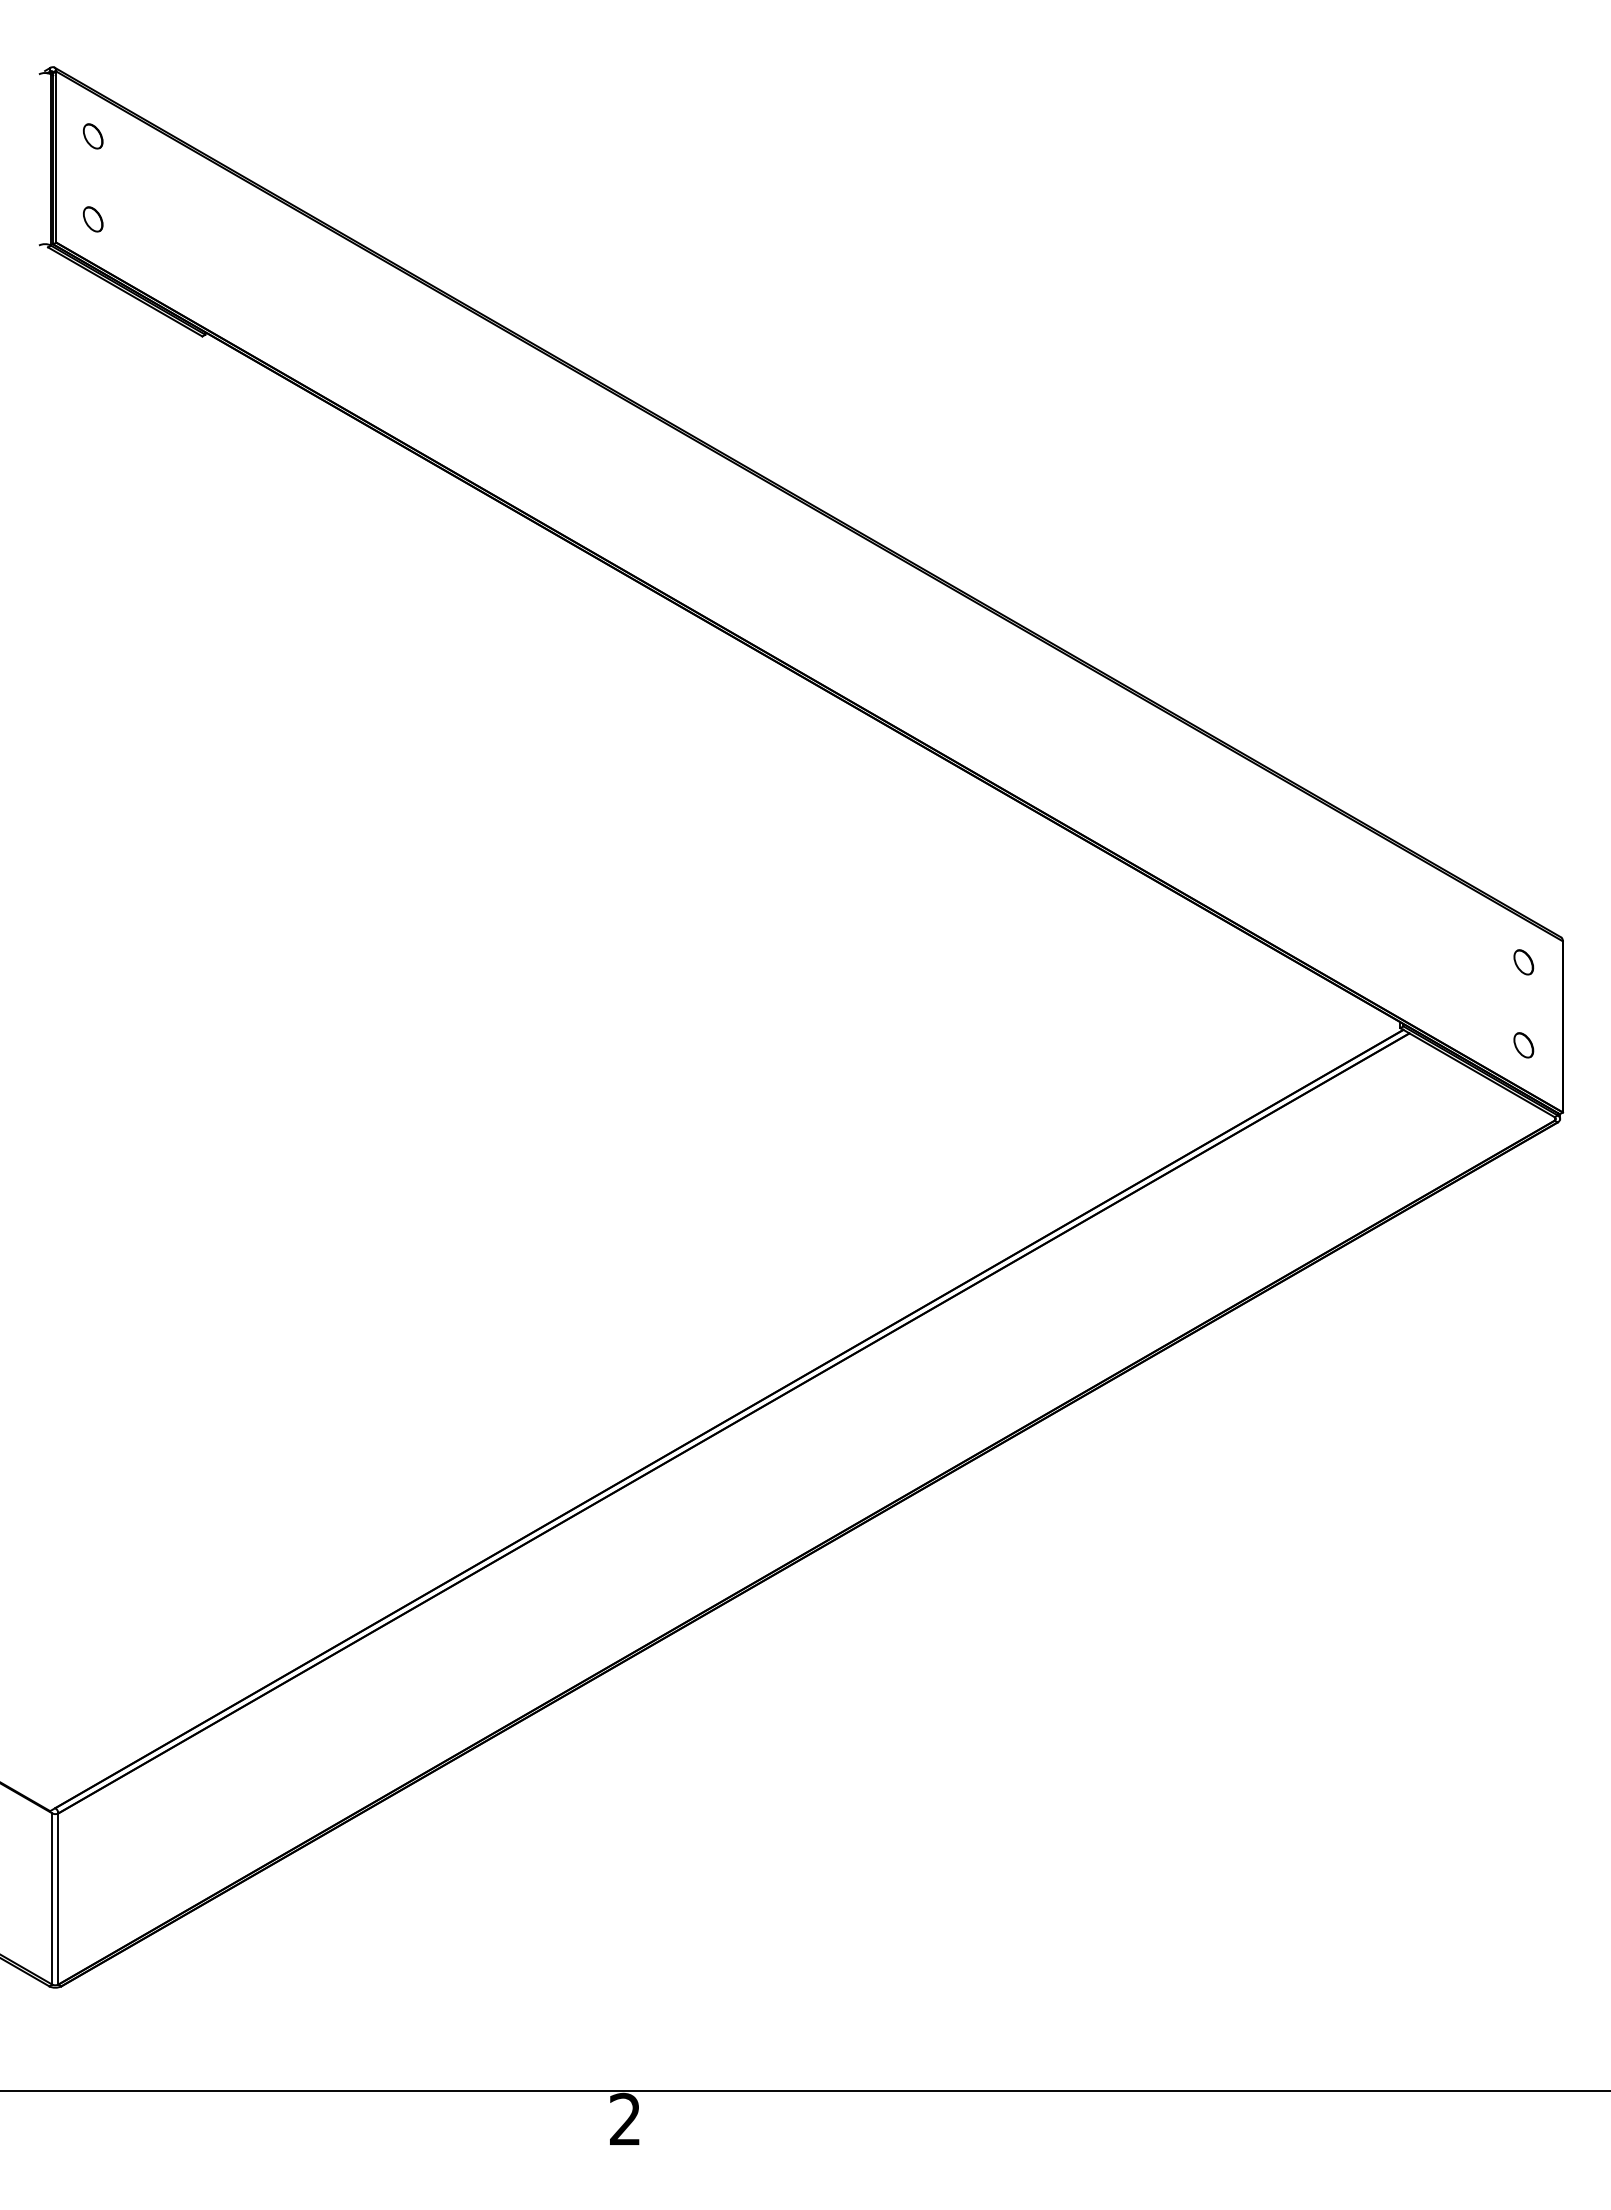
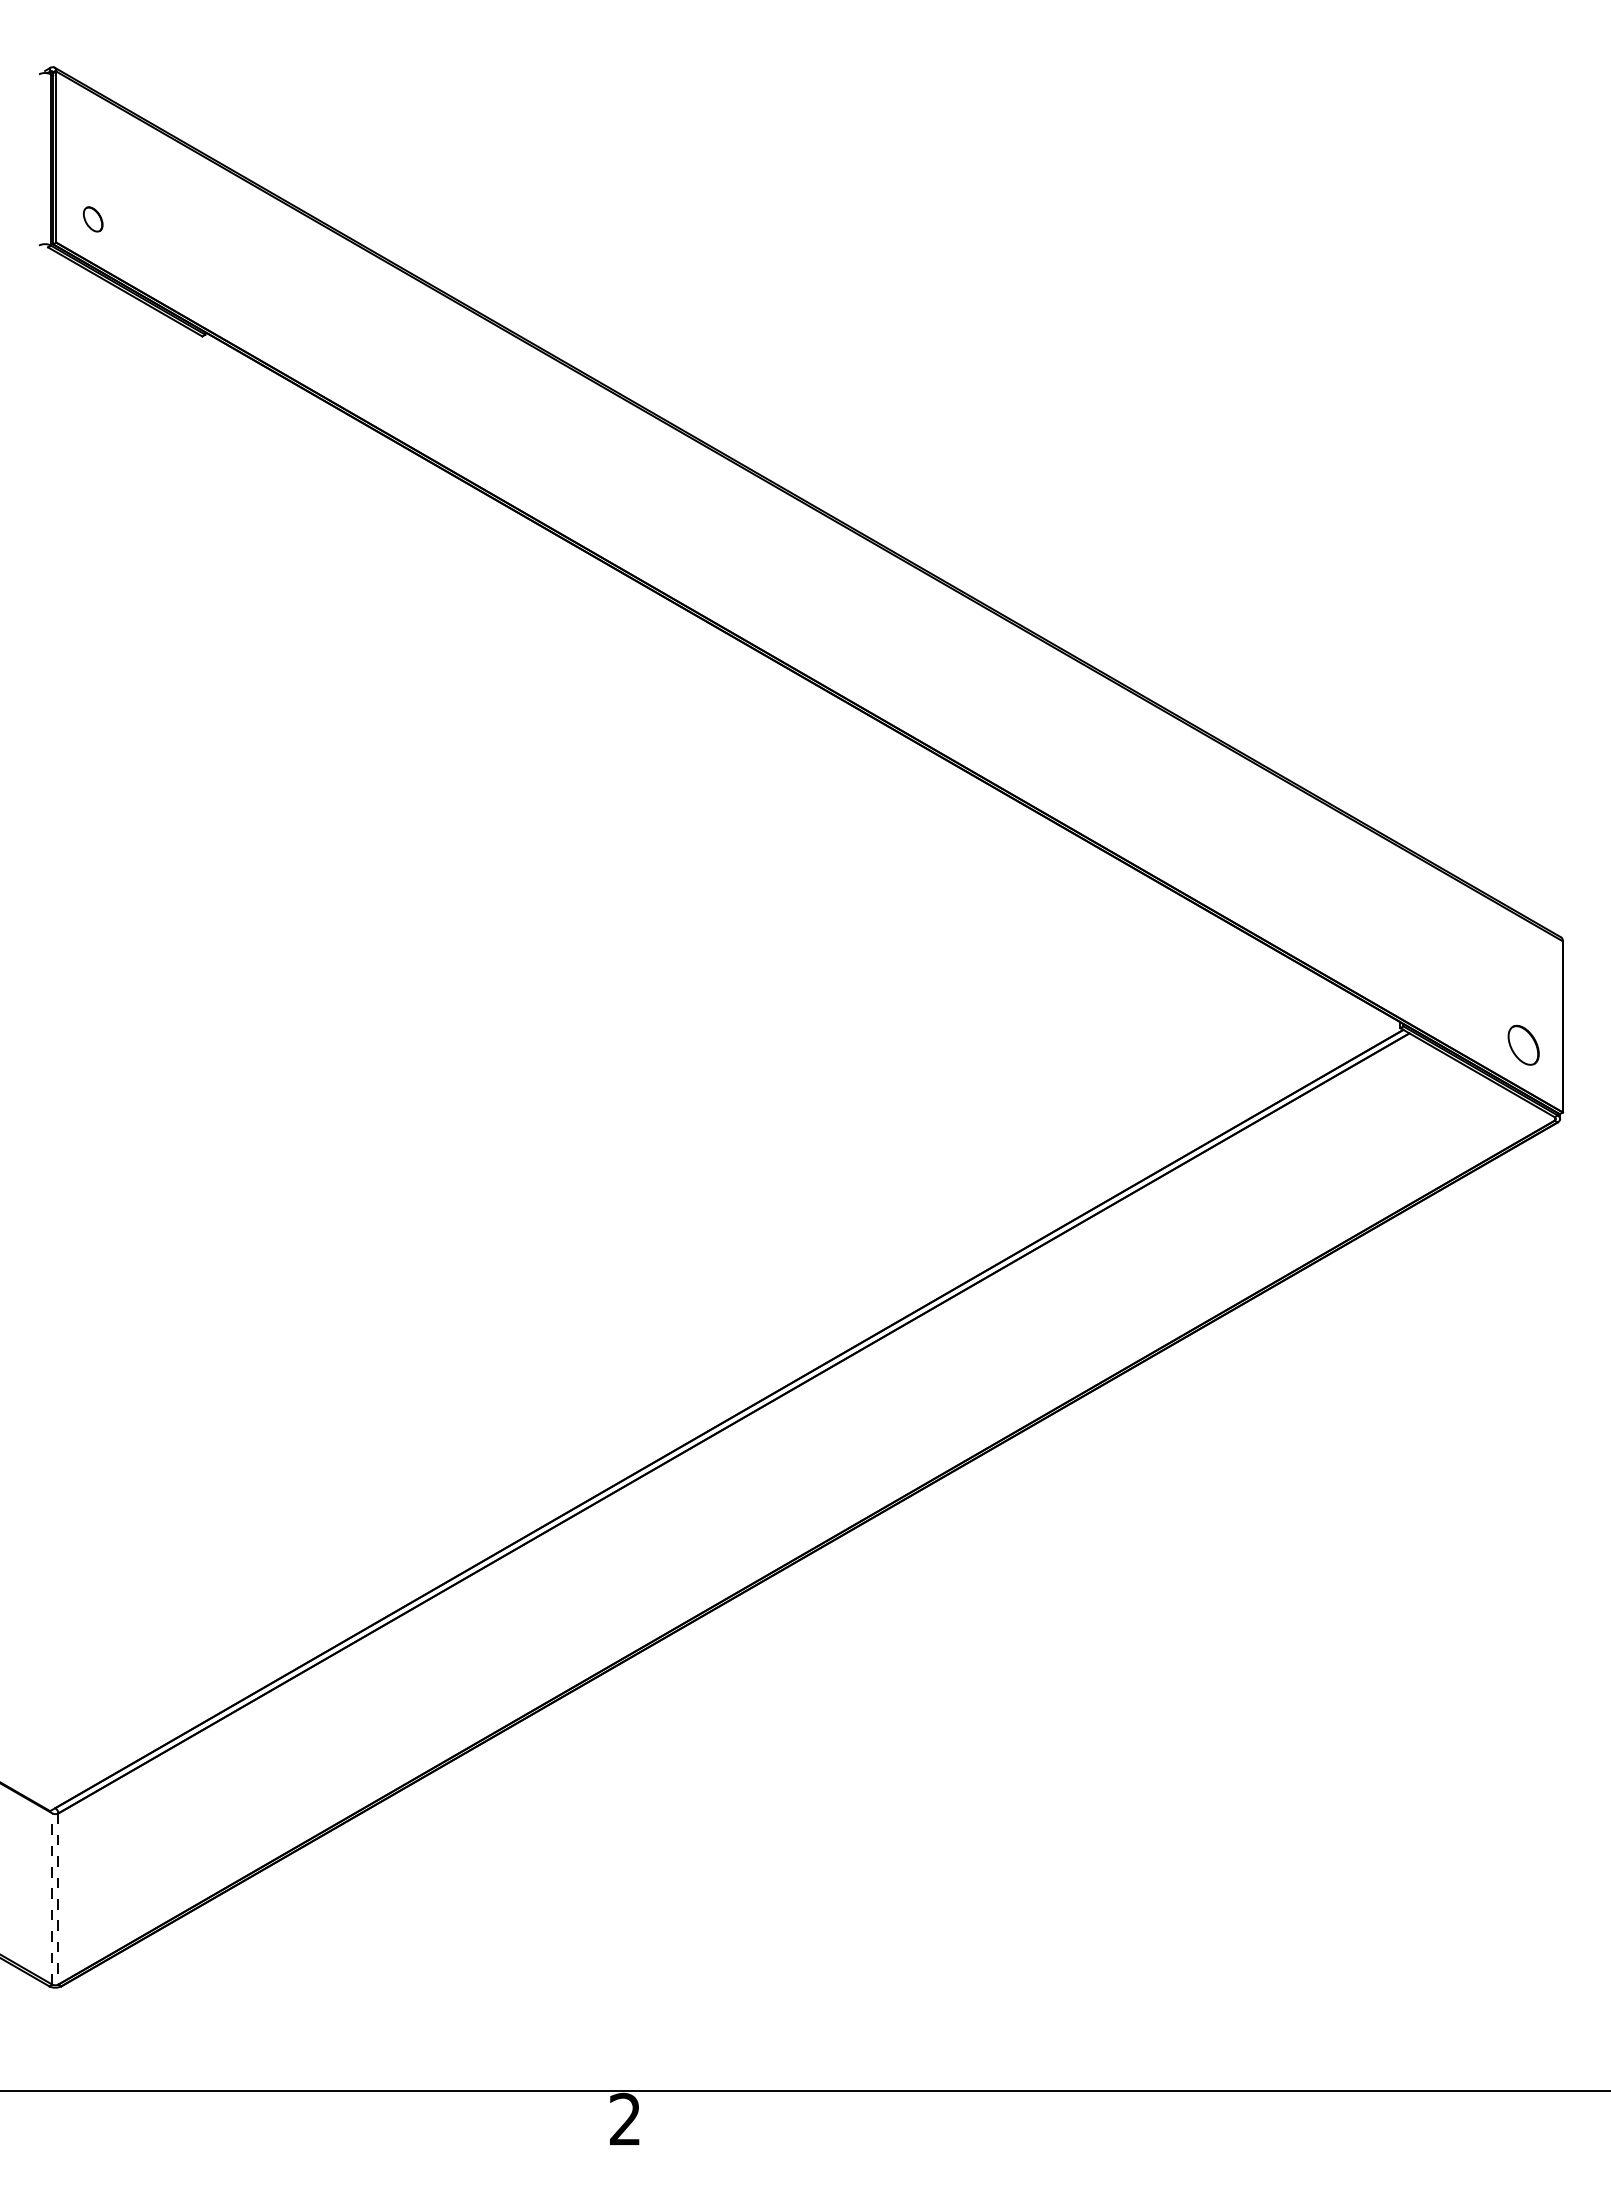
part at (93, 136): present -> none
part at (1523, 962): present -> none
part at (1523, 1045) size: 22x27 px -> 33x42 px
line at (52, 1899): solid -> dashed
line at (58, 1899): solid -> dashed
